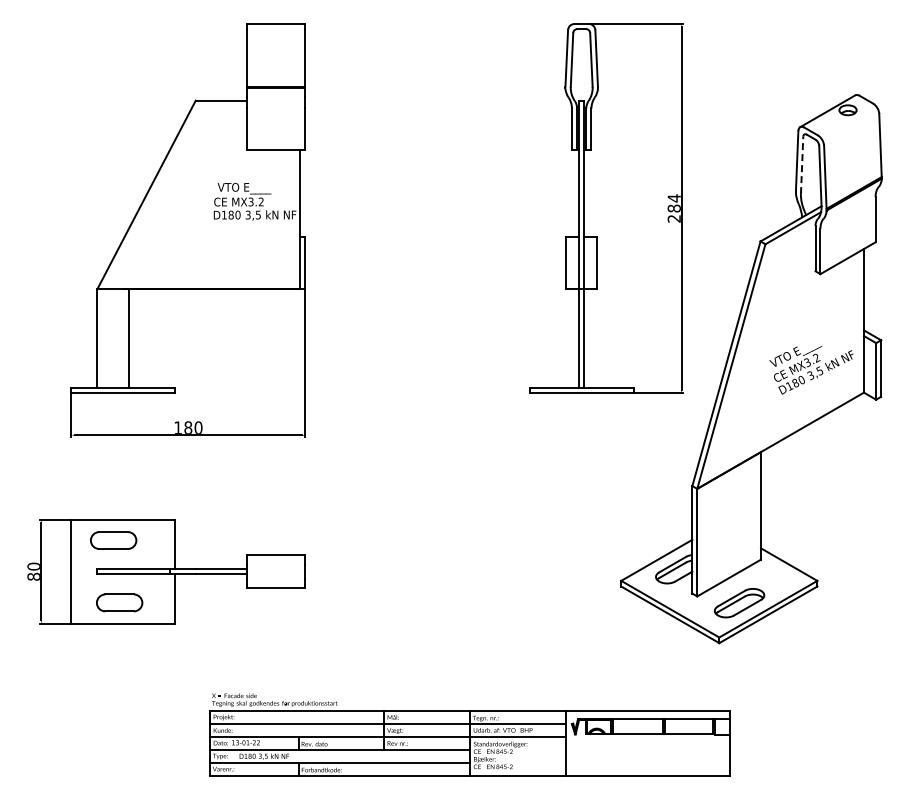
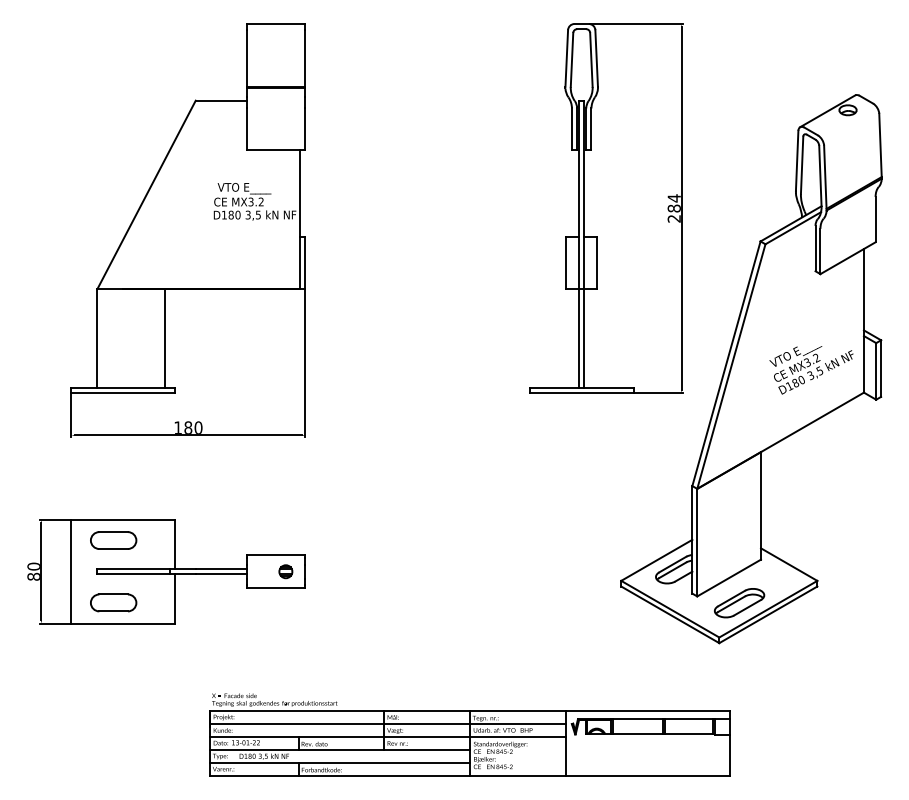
line at (802, 165): dashed -> solid
line at (128, 338) position: (128, 338) -> (164, 338)
part at (285, 571): none -> present
part at (119, 602) position: (119, 602) -> (113, 602)
